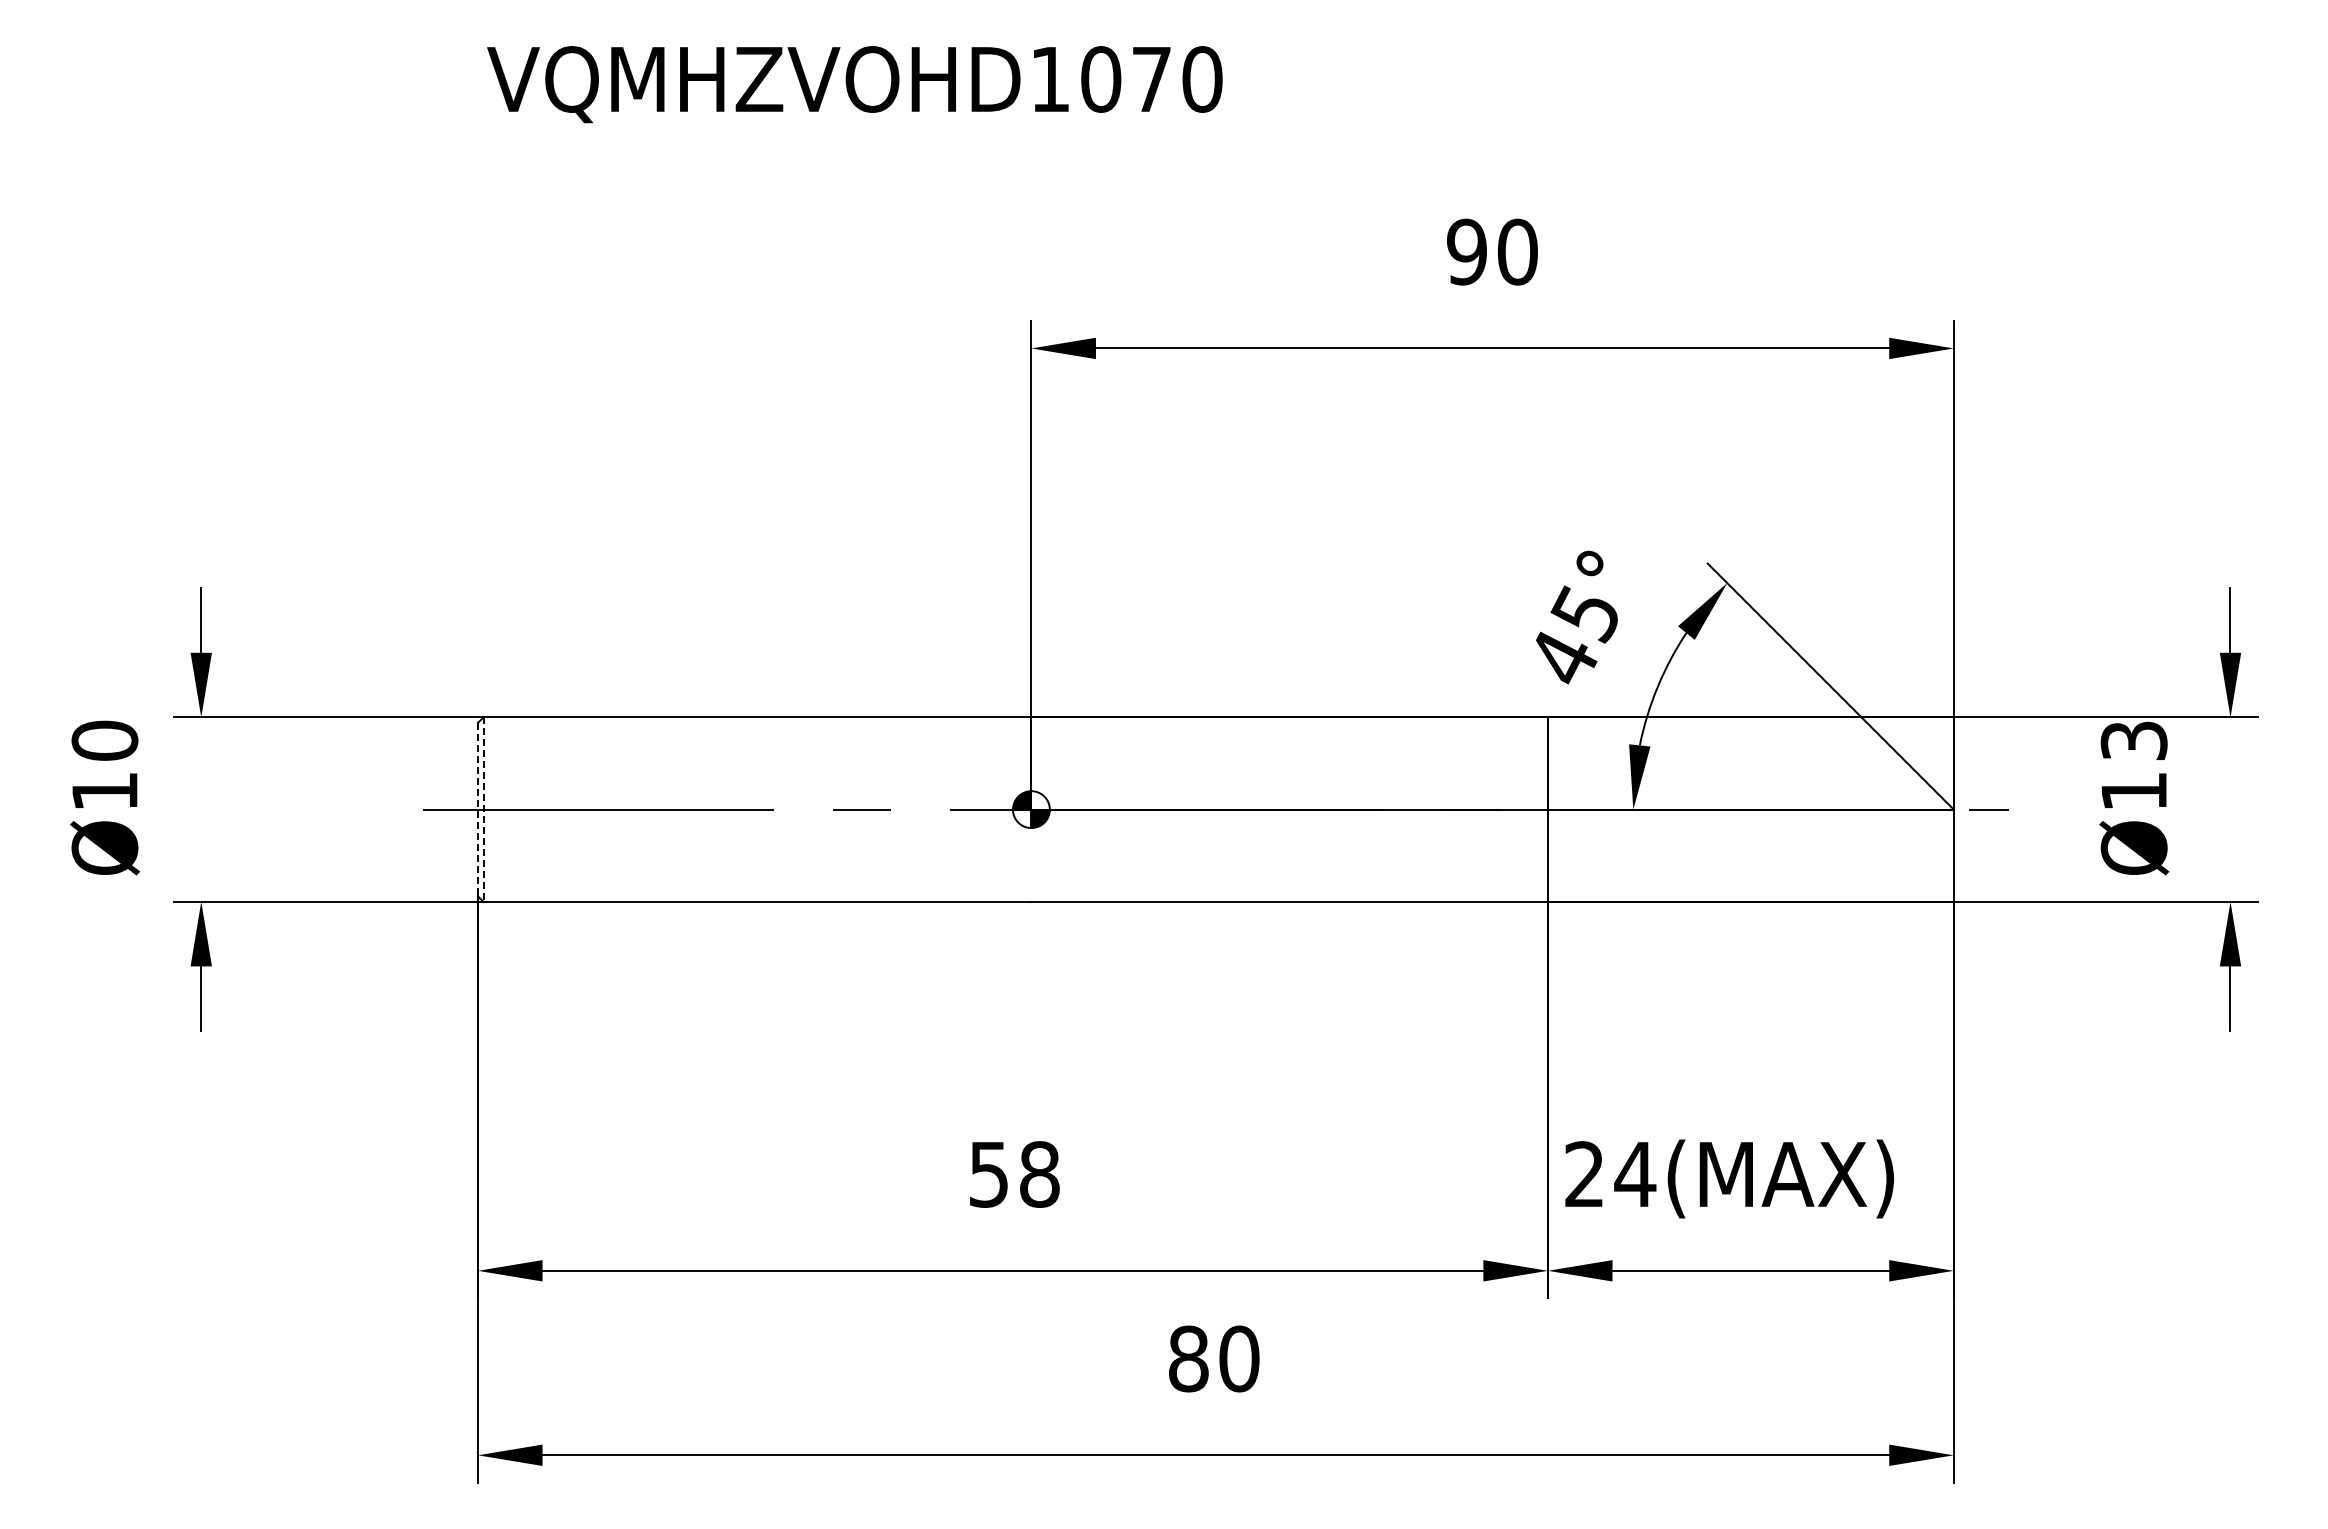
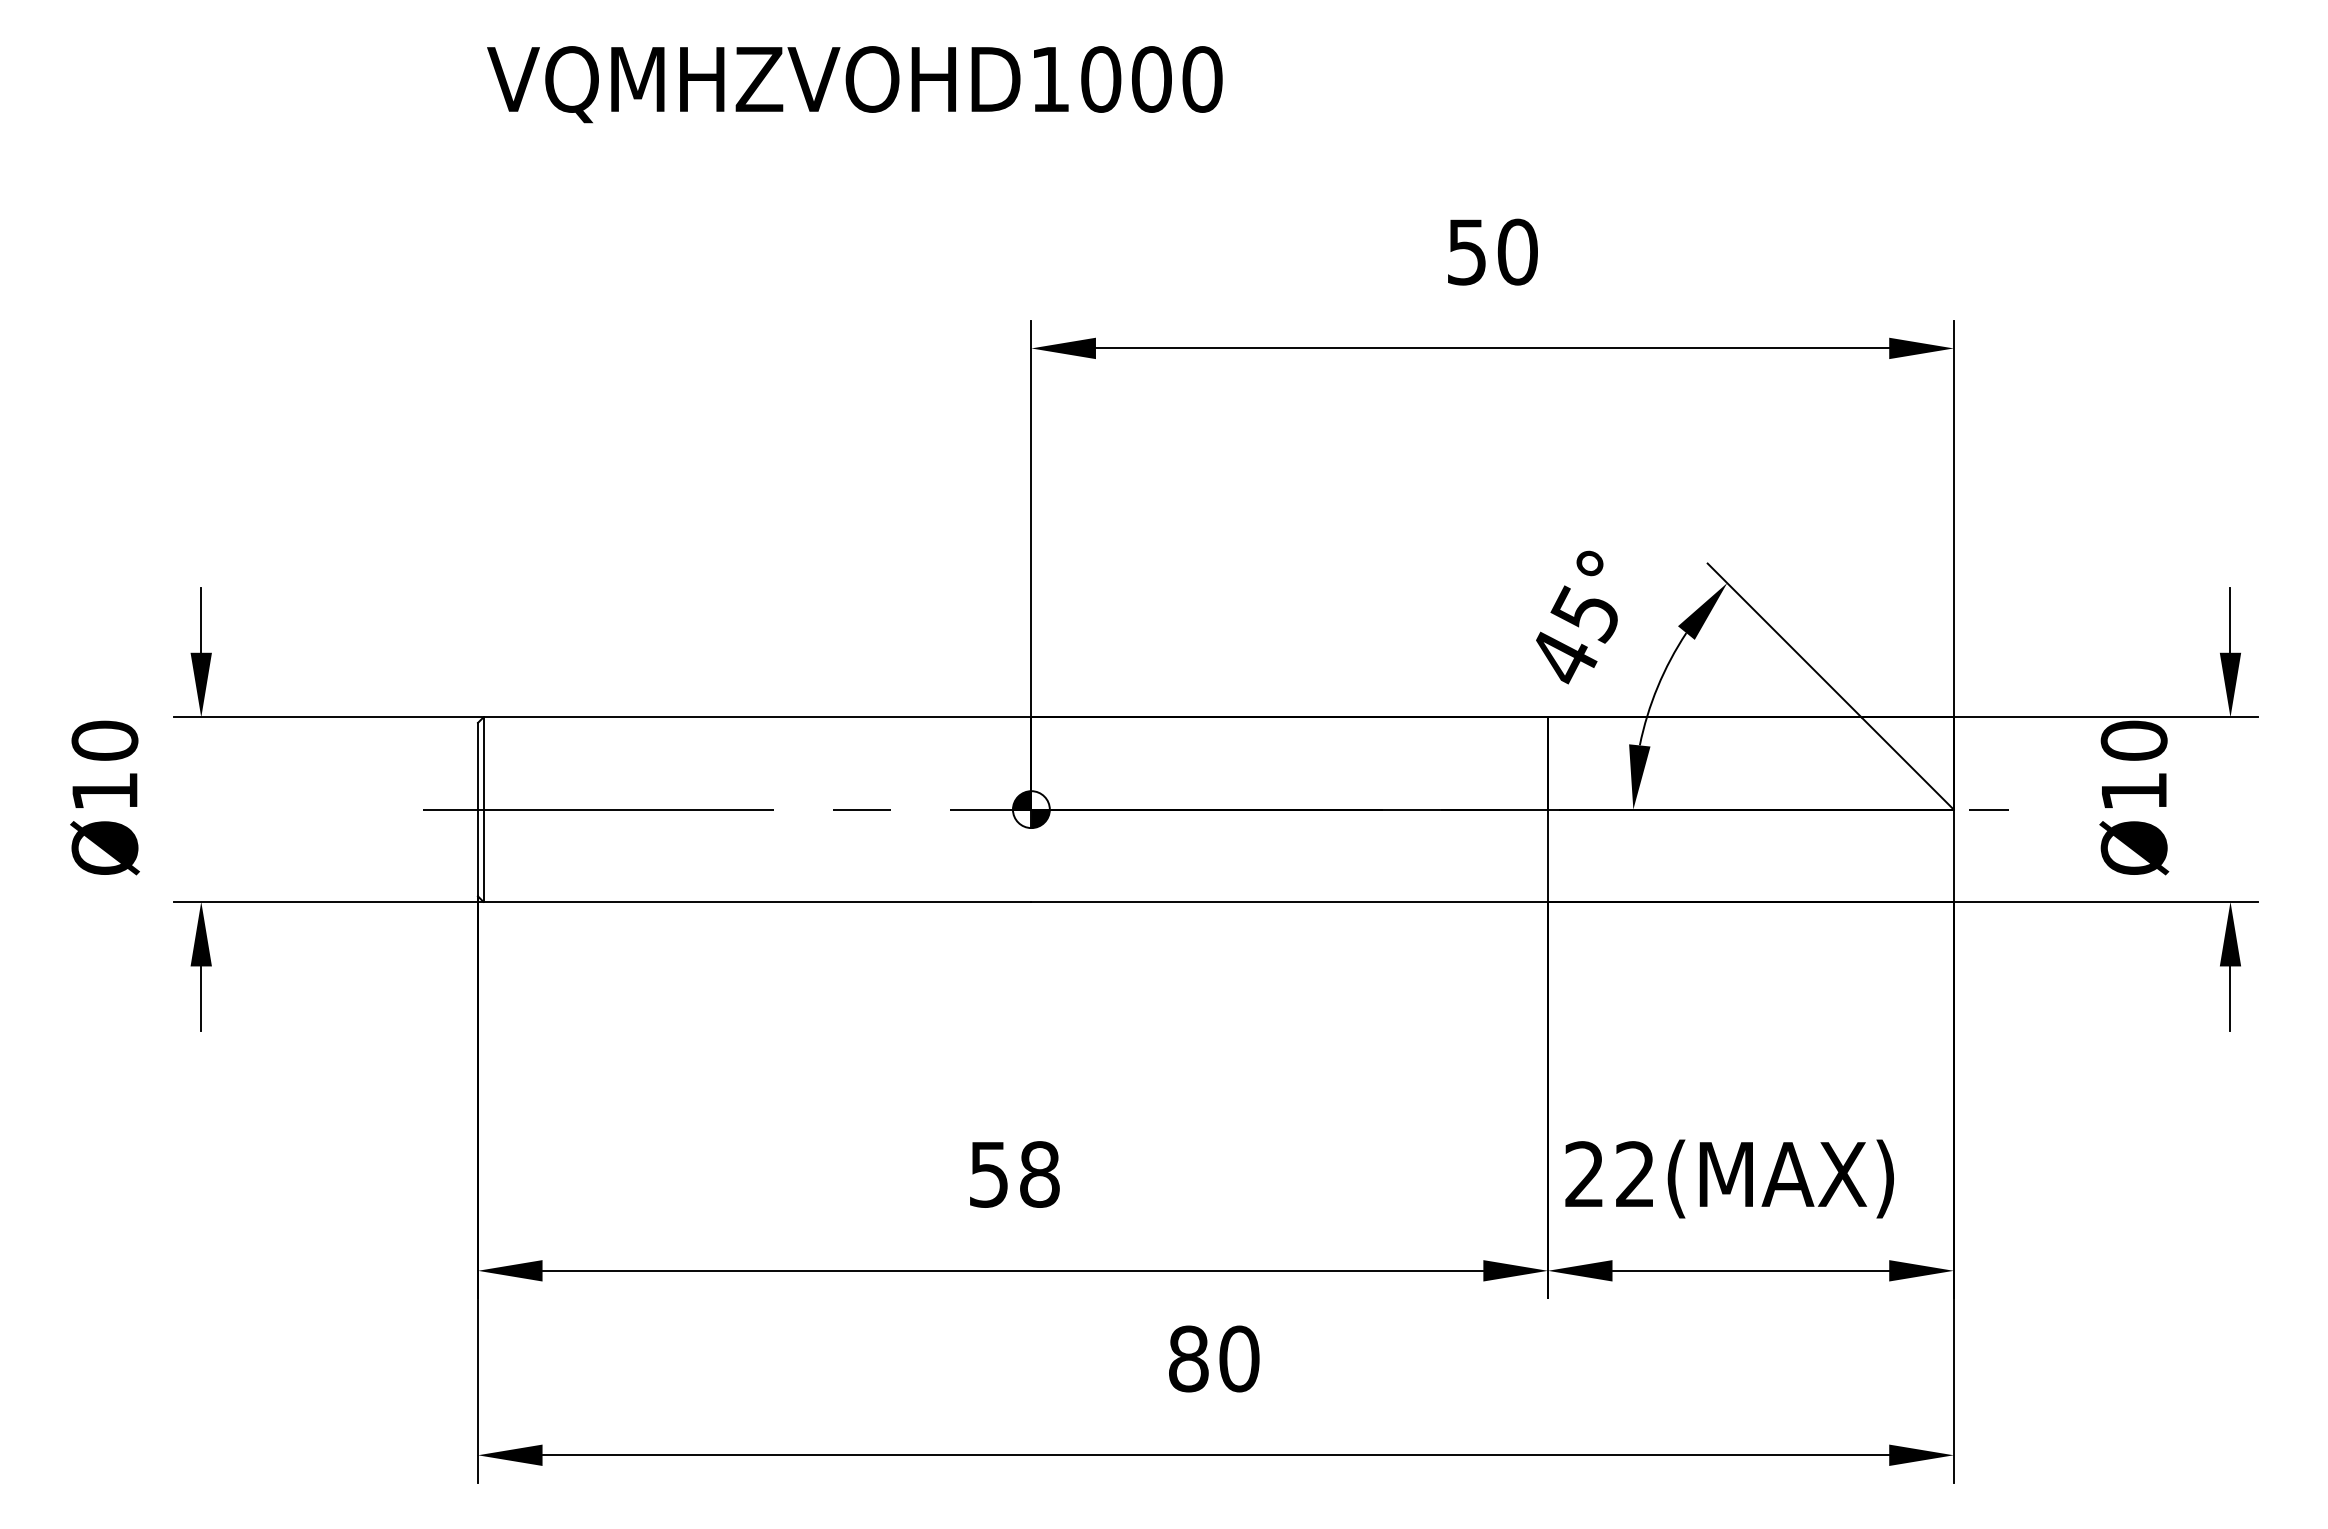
text at (1151, 79): VQMHZVOHD1070 -> VQMHZVOHD1000
text at (1466, 251): 90 -> 50
text at (2133, 740): Ø13 -> Ø10
line at (477, 809): dashed -> solid
line at (483, 810): dashed -> solid
text at (1635, 1173): 24(MAX) -> 22(MAX)
